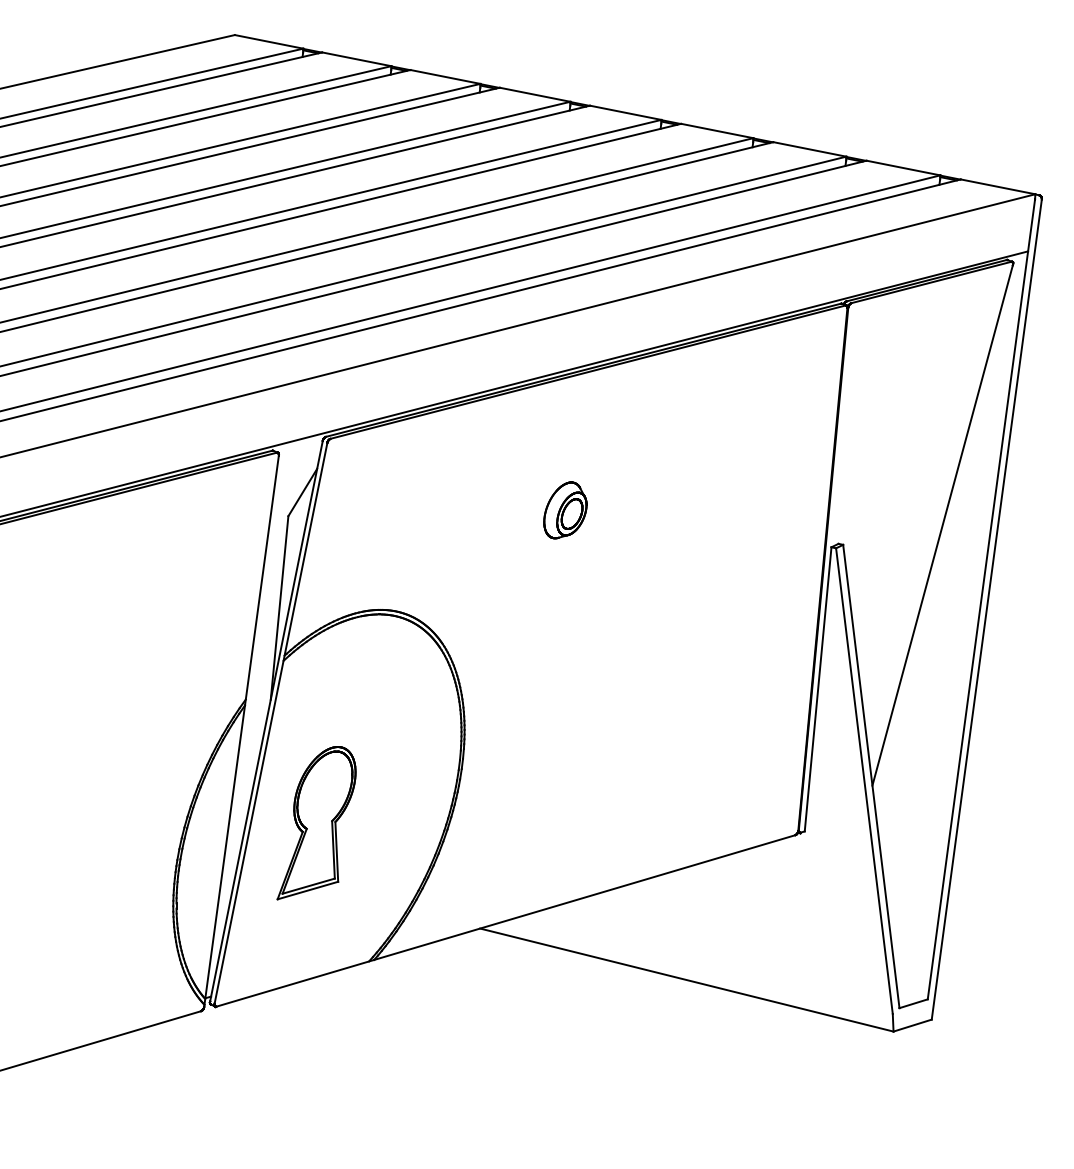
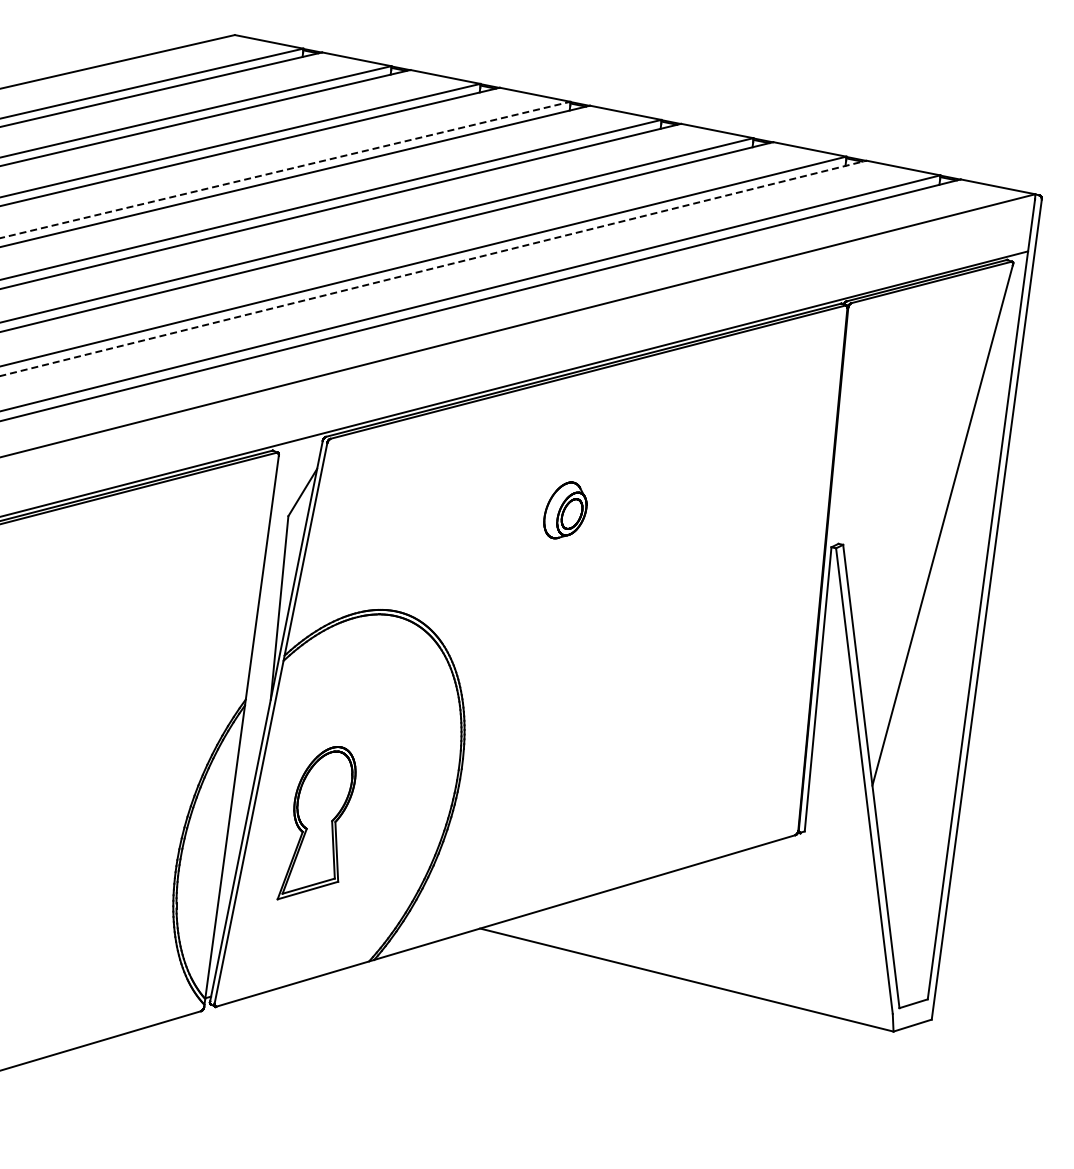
line at (285, 169): solid -> dashed
line at (433, 268): solid -> dashed
